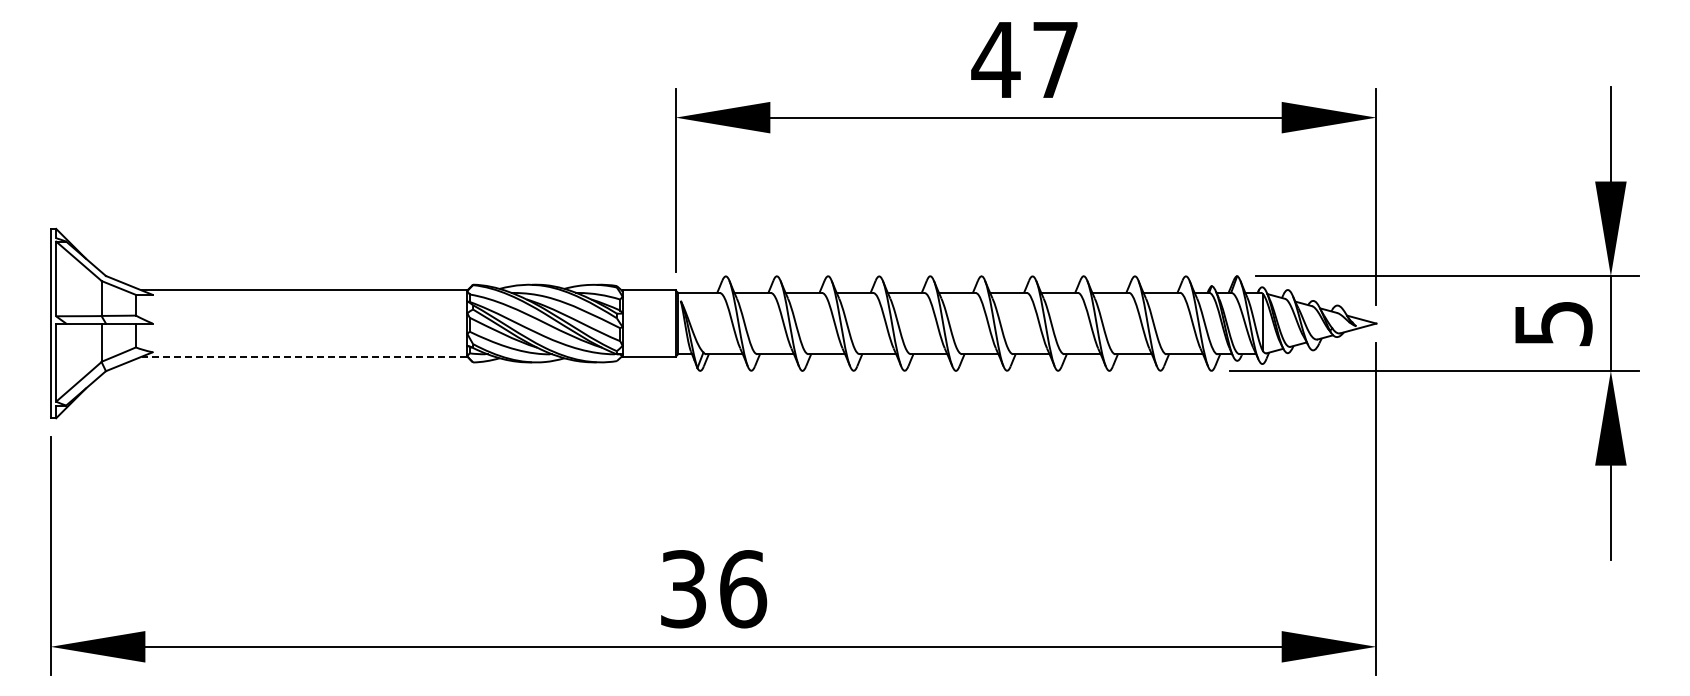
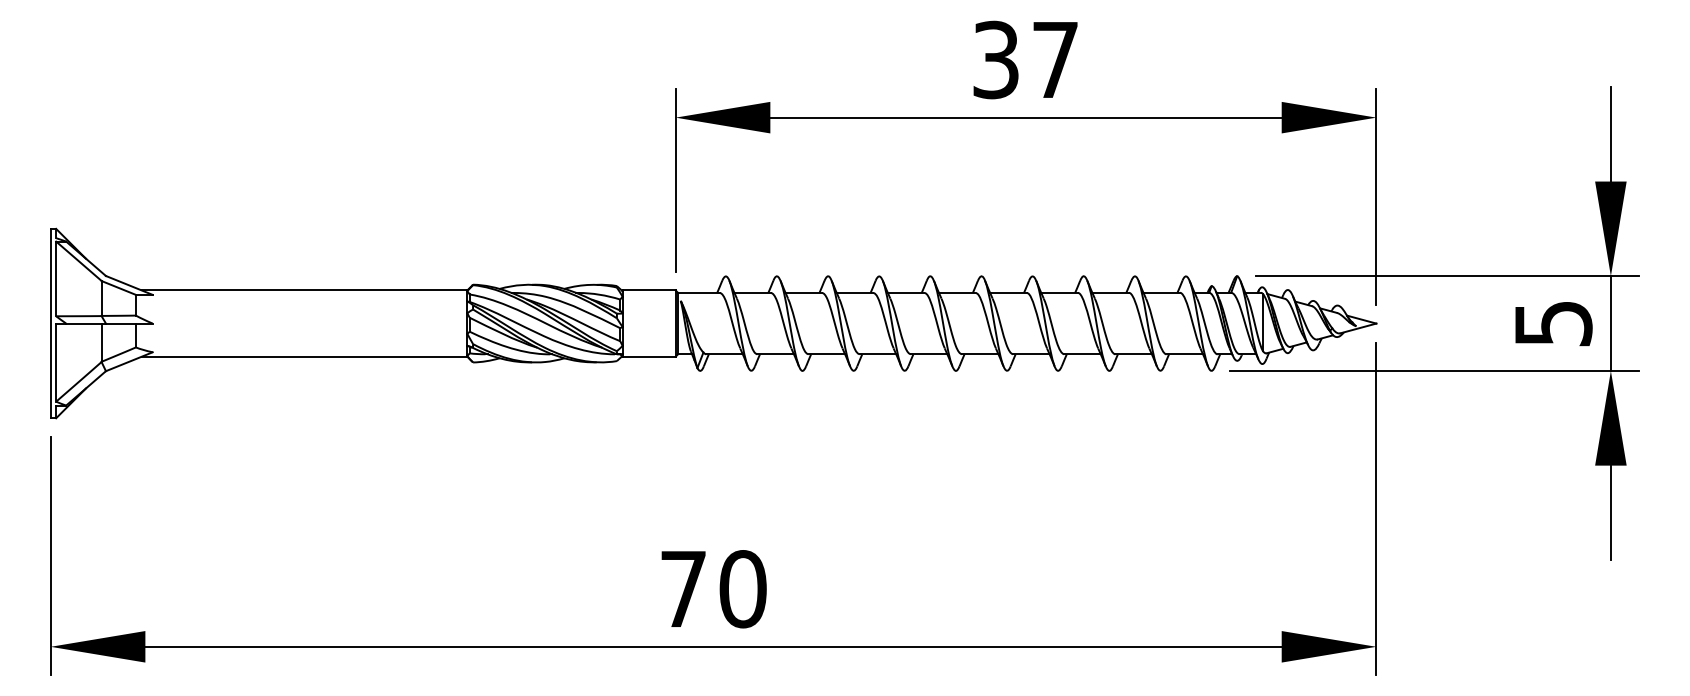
text at (995, 59): 47 -> 37
line at (304, 356): dashed -> solid
text at (714, 589): 36 -> 70
